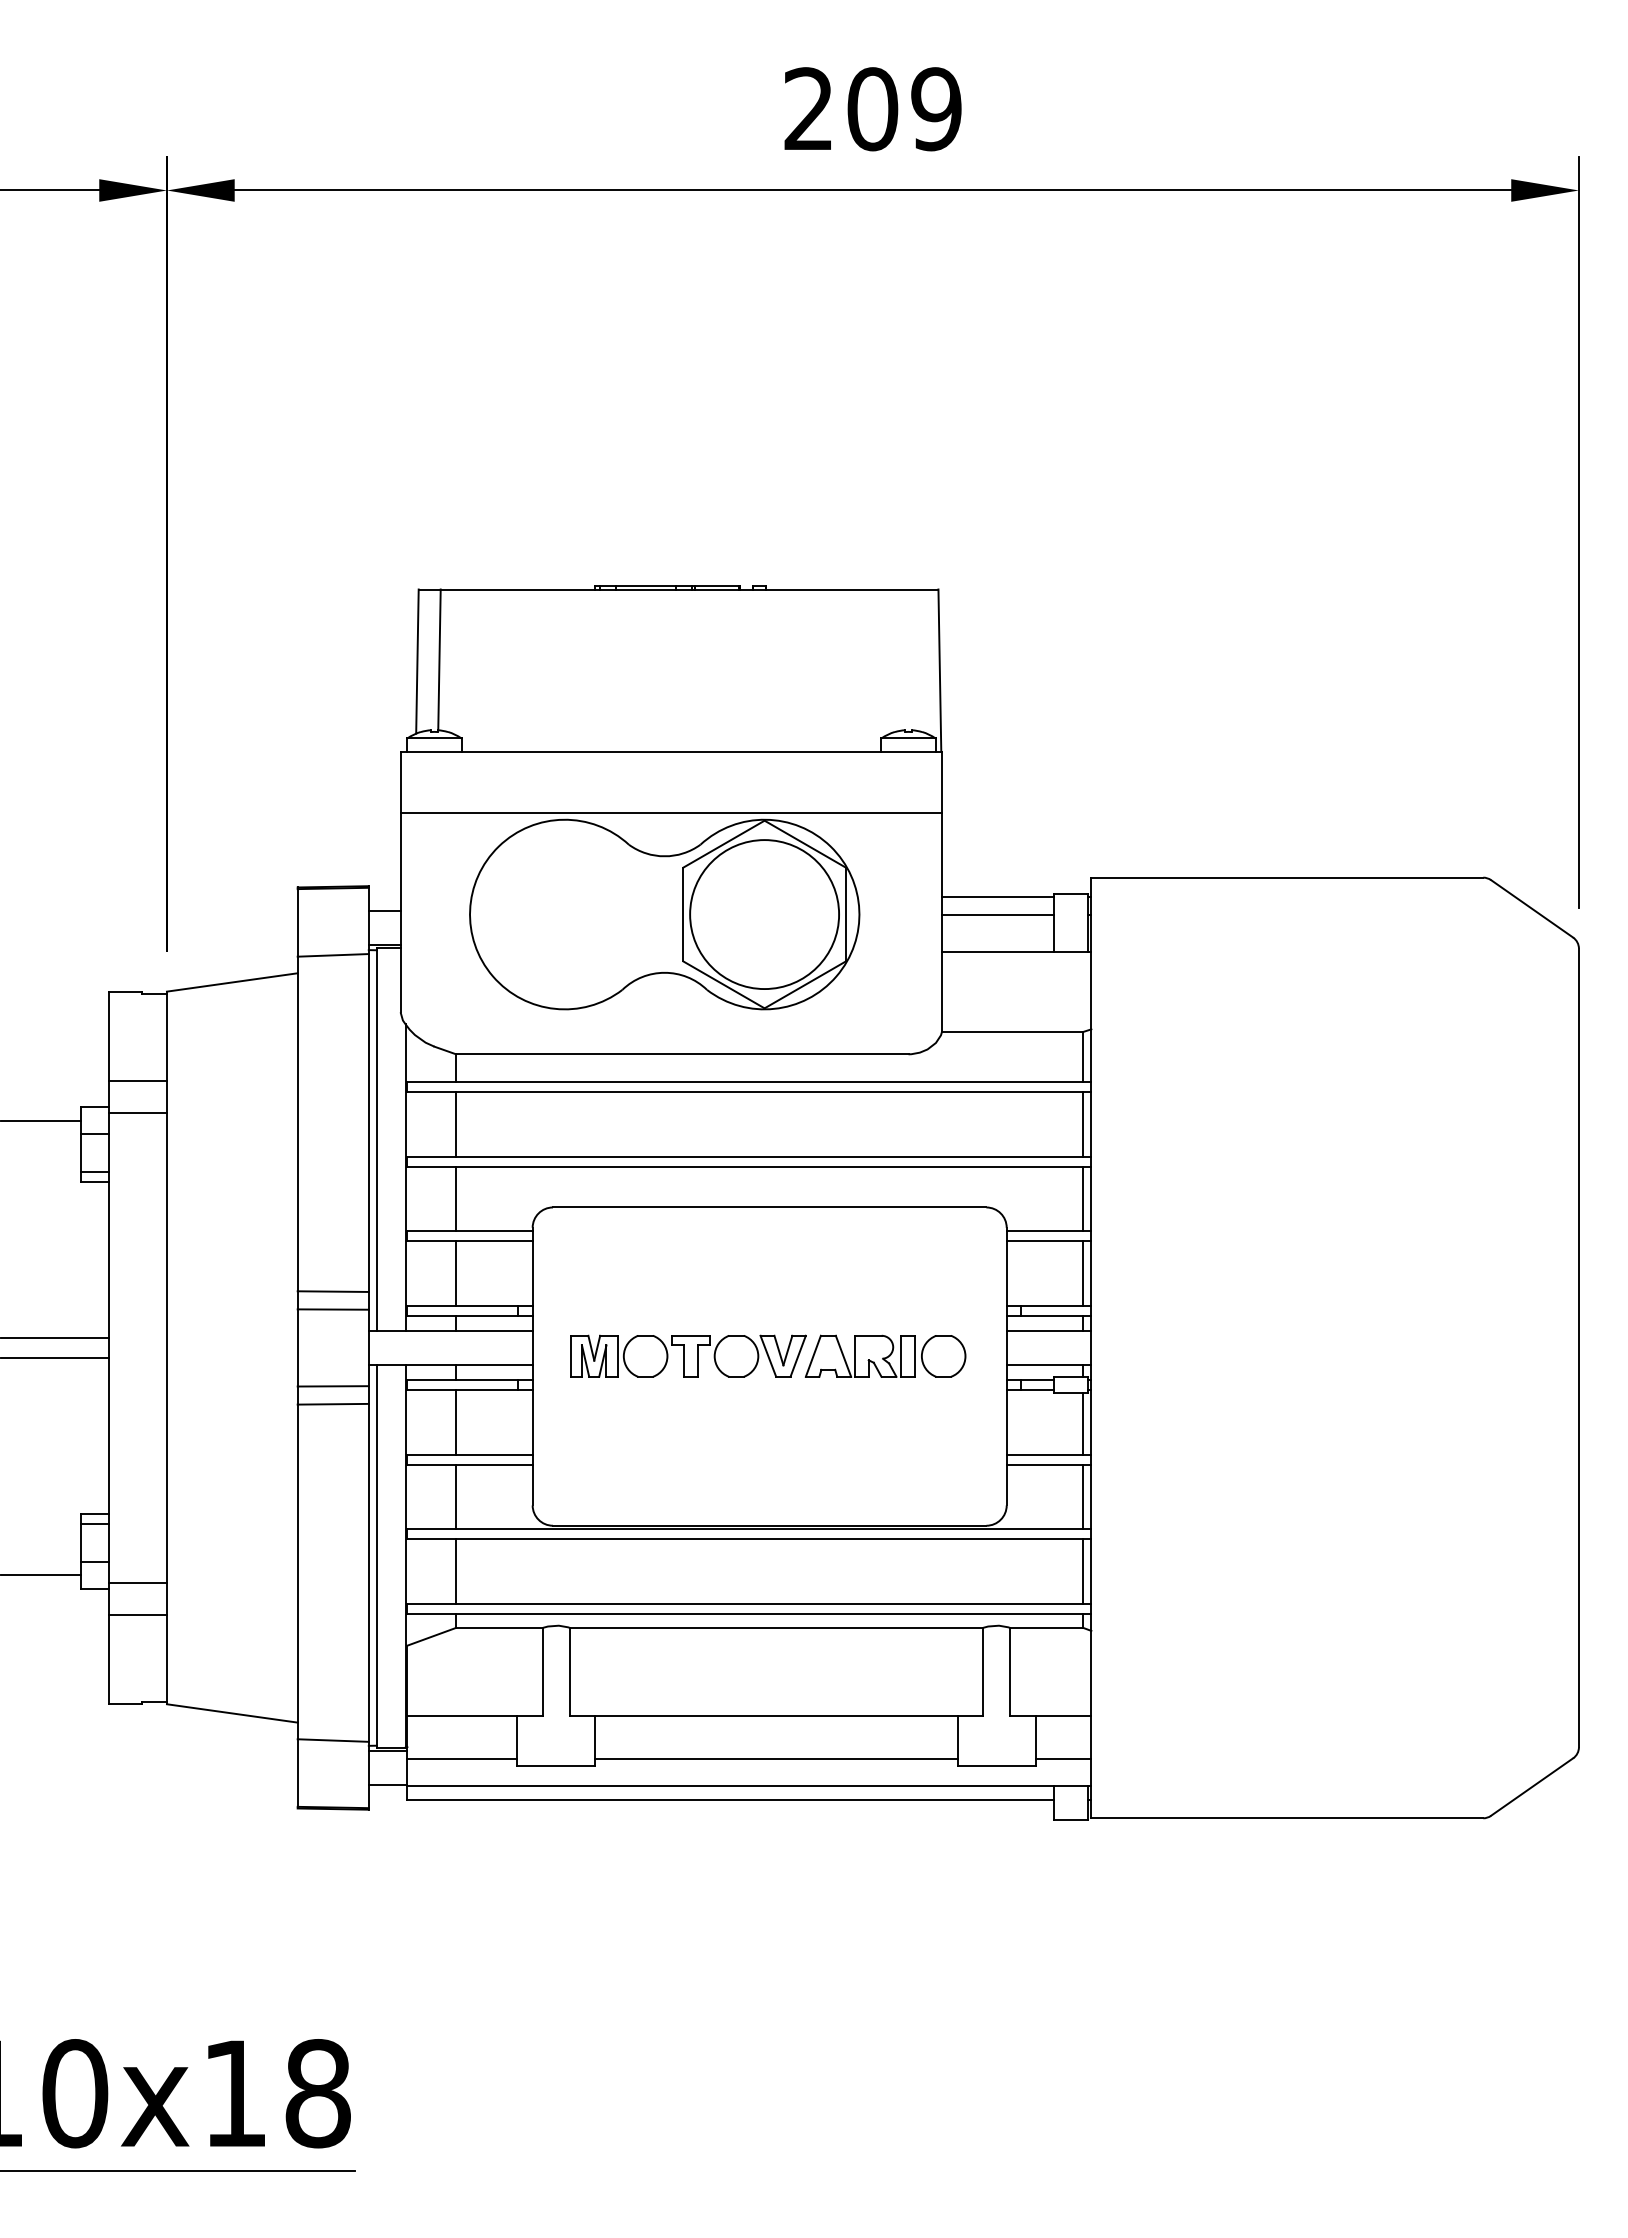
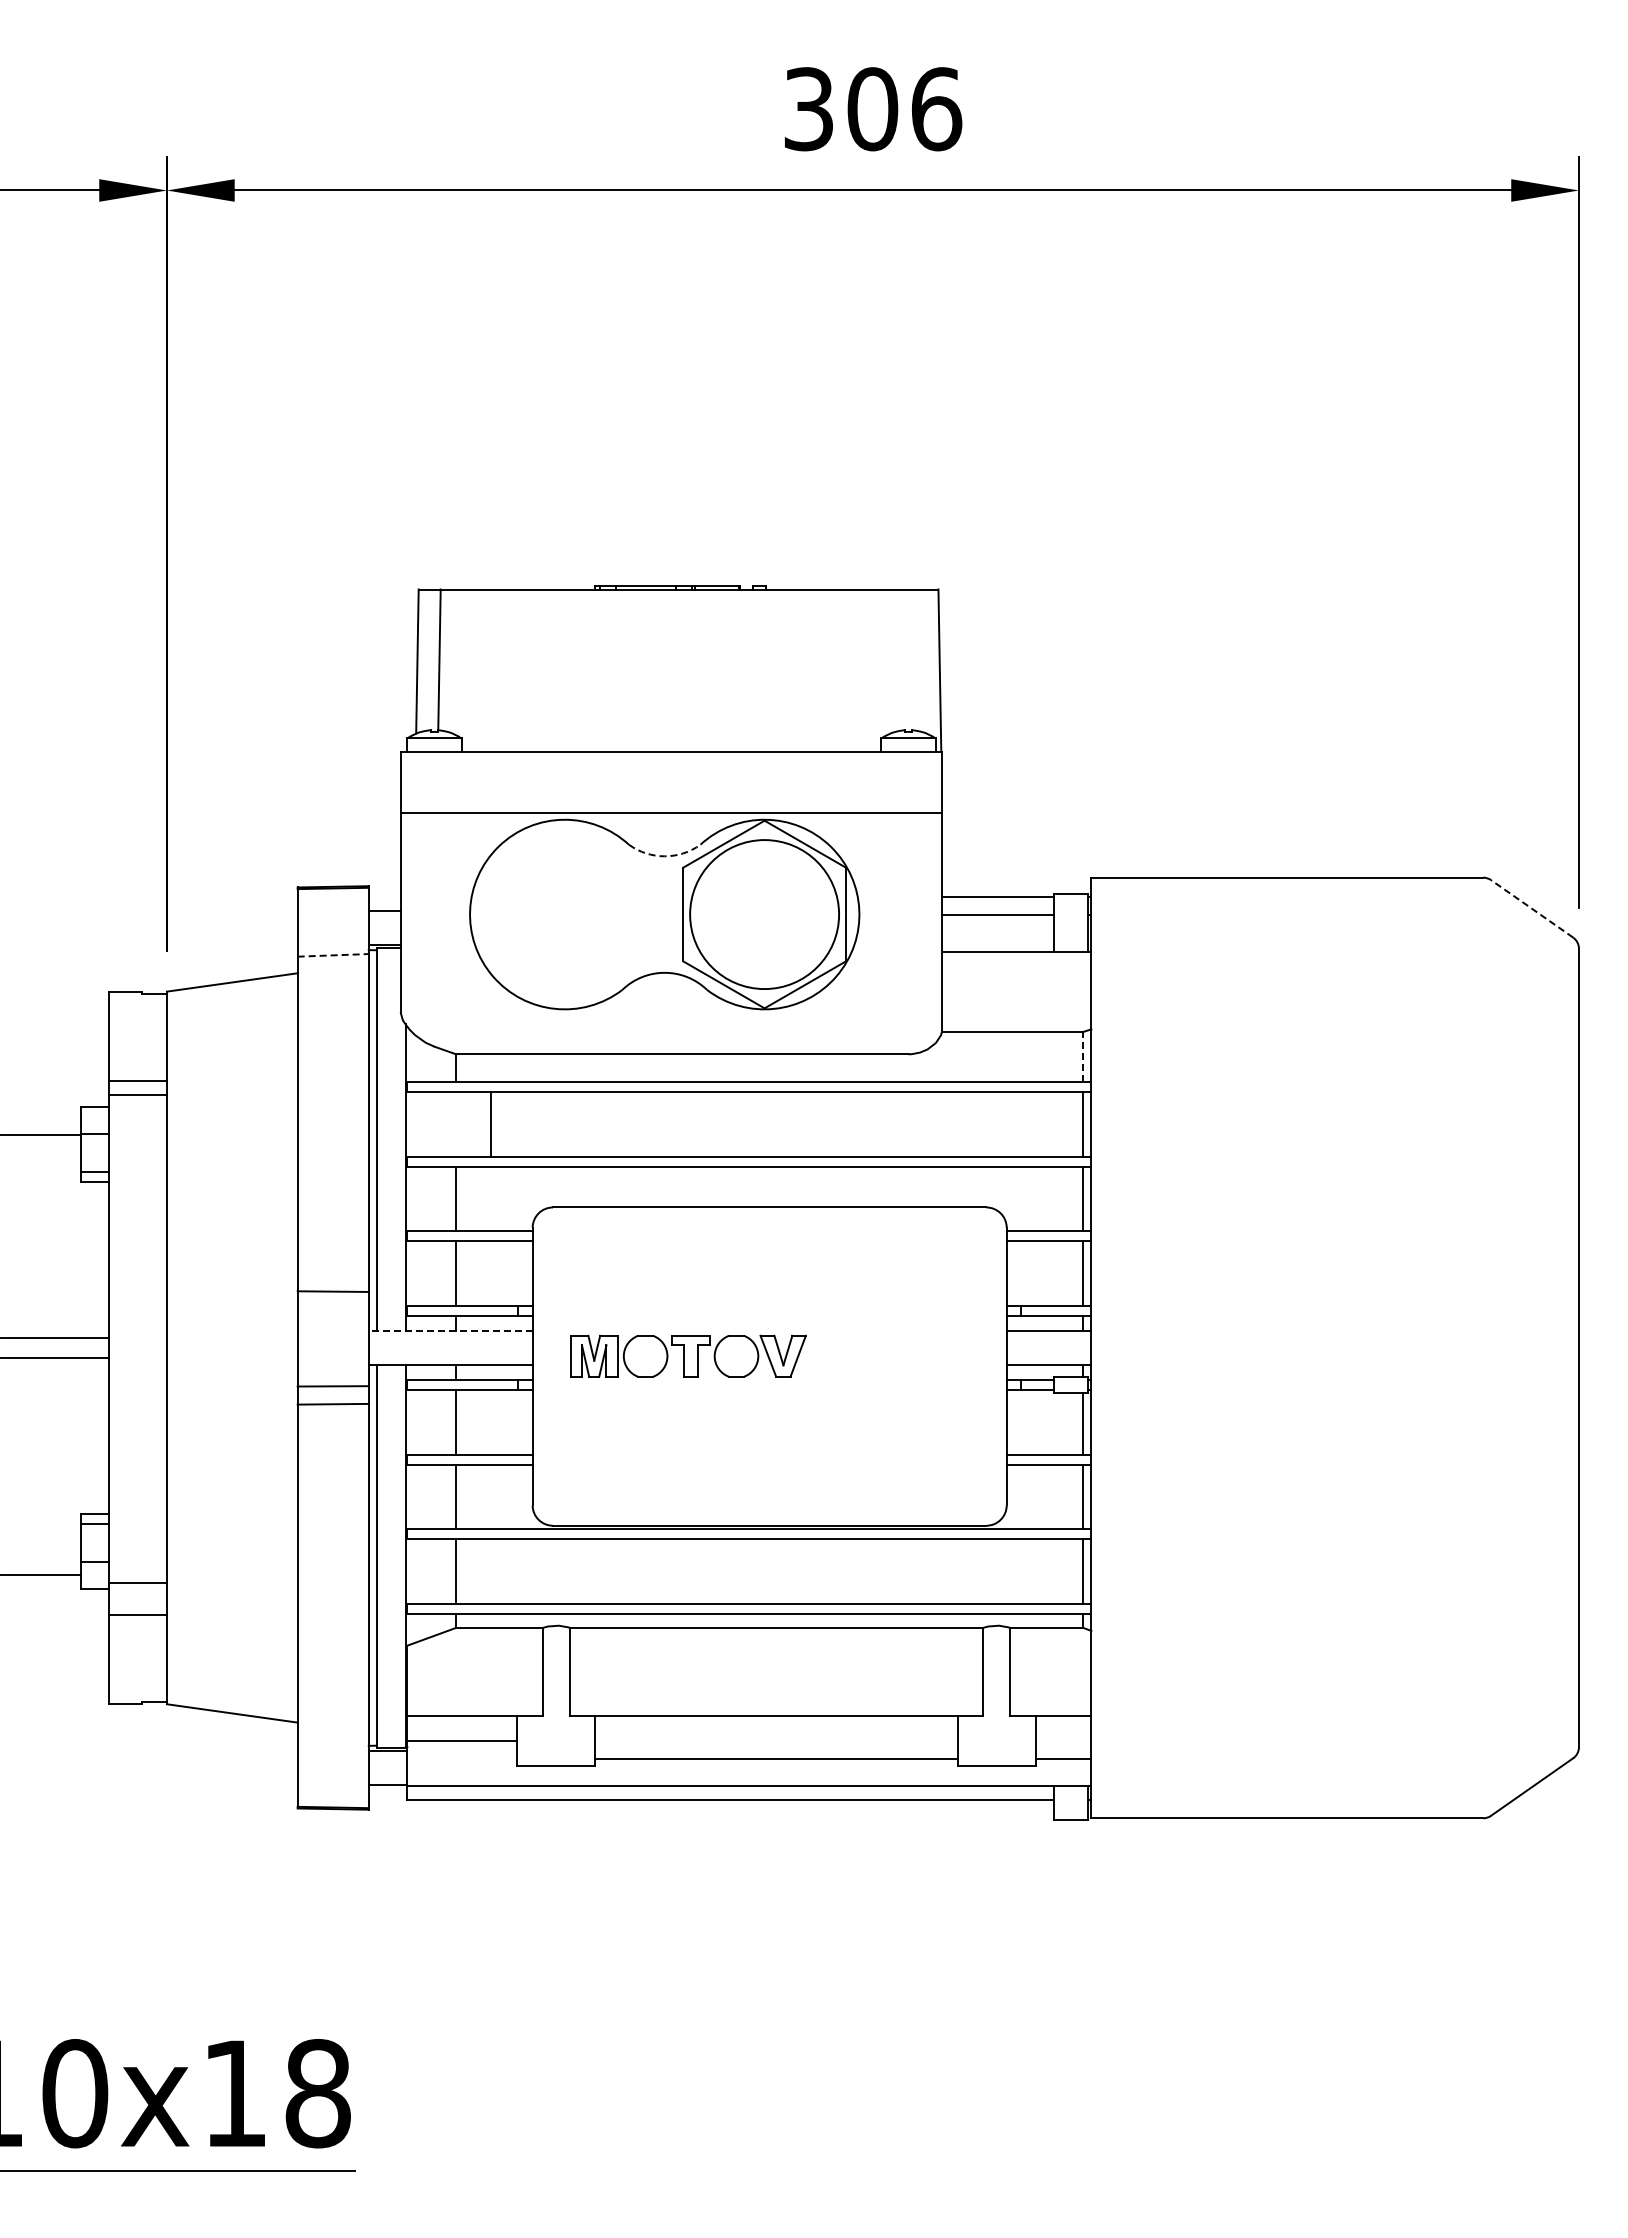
text at (873, 109): 209 -> 306
arc at (664, 856): solid -> dashed
line at (1531, 908): solid -> dashed
line at (333, 955): solid -> dashed
line at (1083, 1056): solid -> dashed
line at (137, 1113) position: (137, 1113) -> (137, 1095)
line at (41, 1121) position: (41, 1121) -> (41, 1135)
line at (456, 1124) position: (456, 1124) -> (491, 1124)
line at (332, 1309): present -> none
line at (450, 1331): solid -> dashed
part at (885, 1355): present -> none
line at (332, 1740): present -> none
line at (462, 1759) position: (462, 1759) -> (462, 1741)
